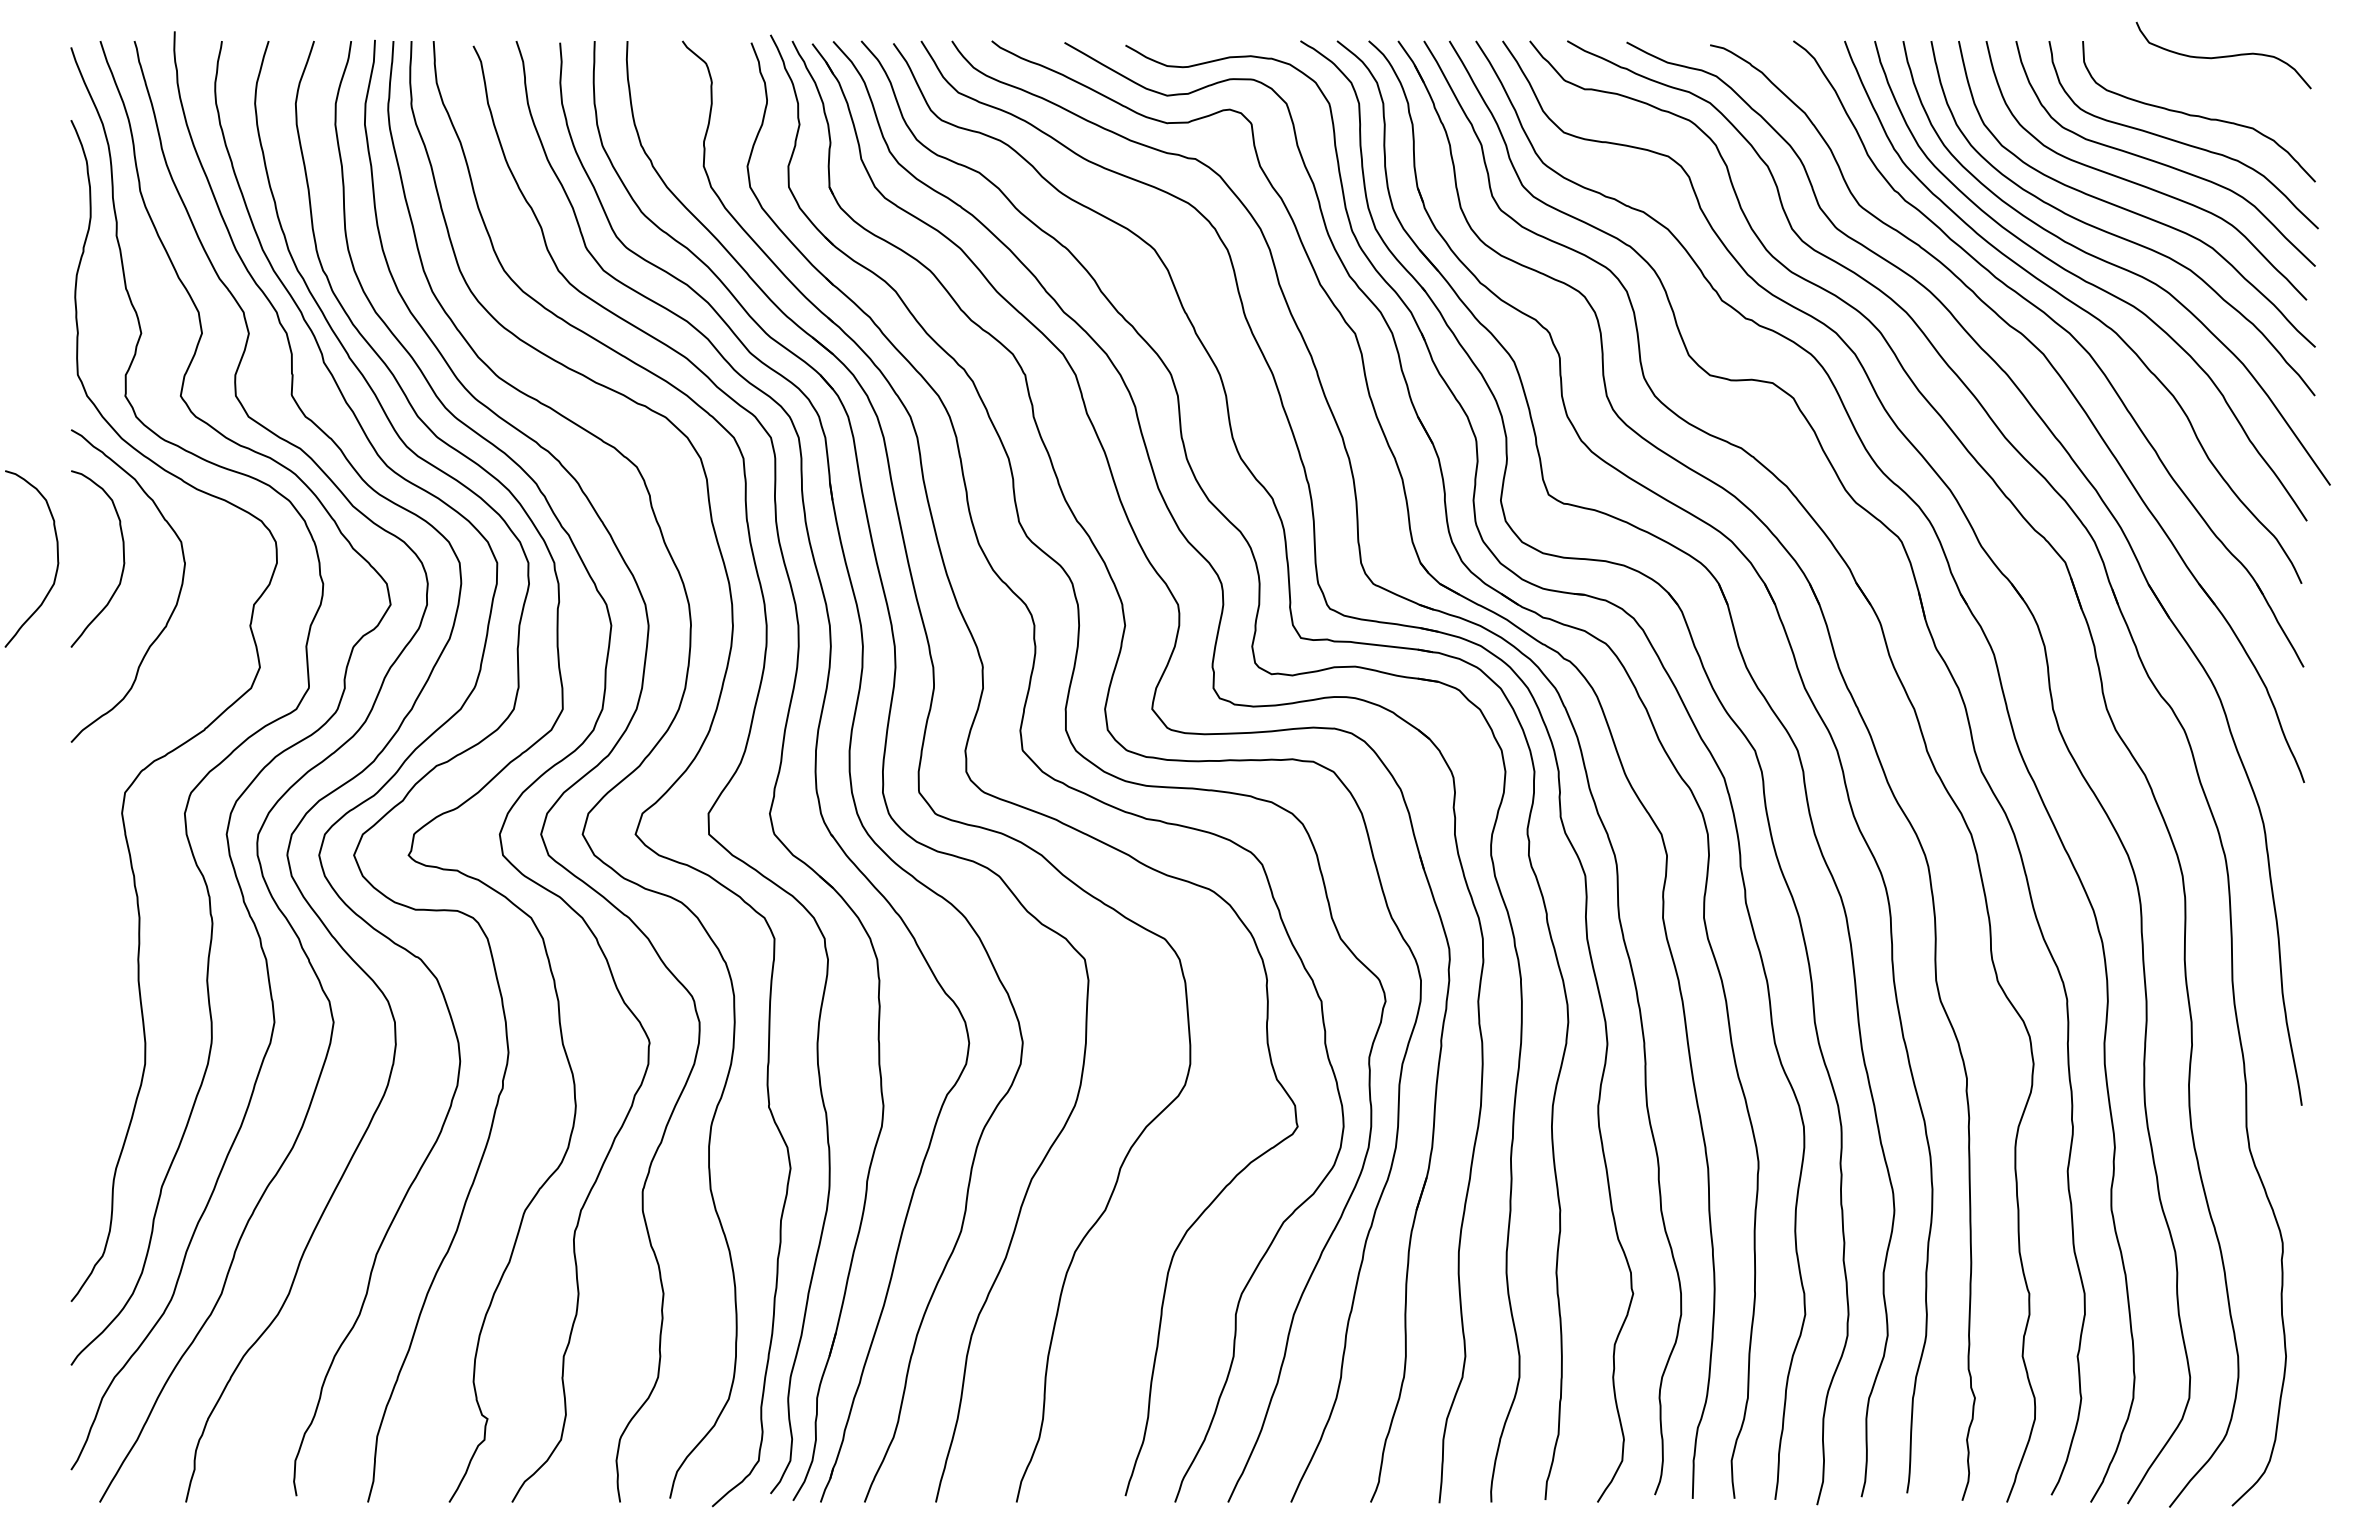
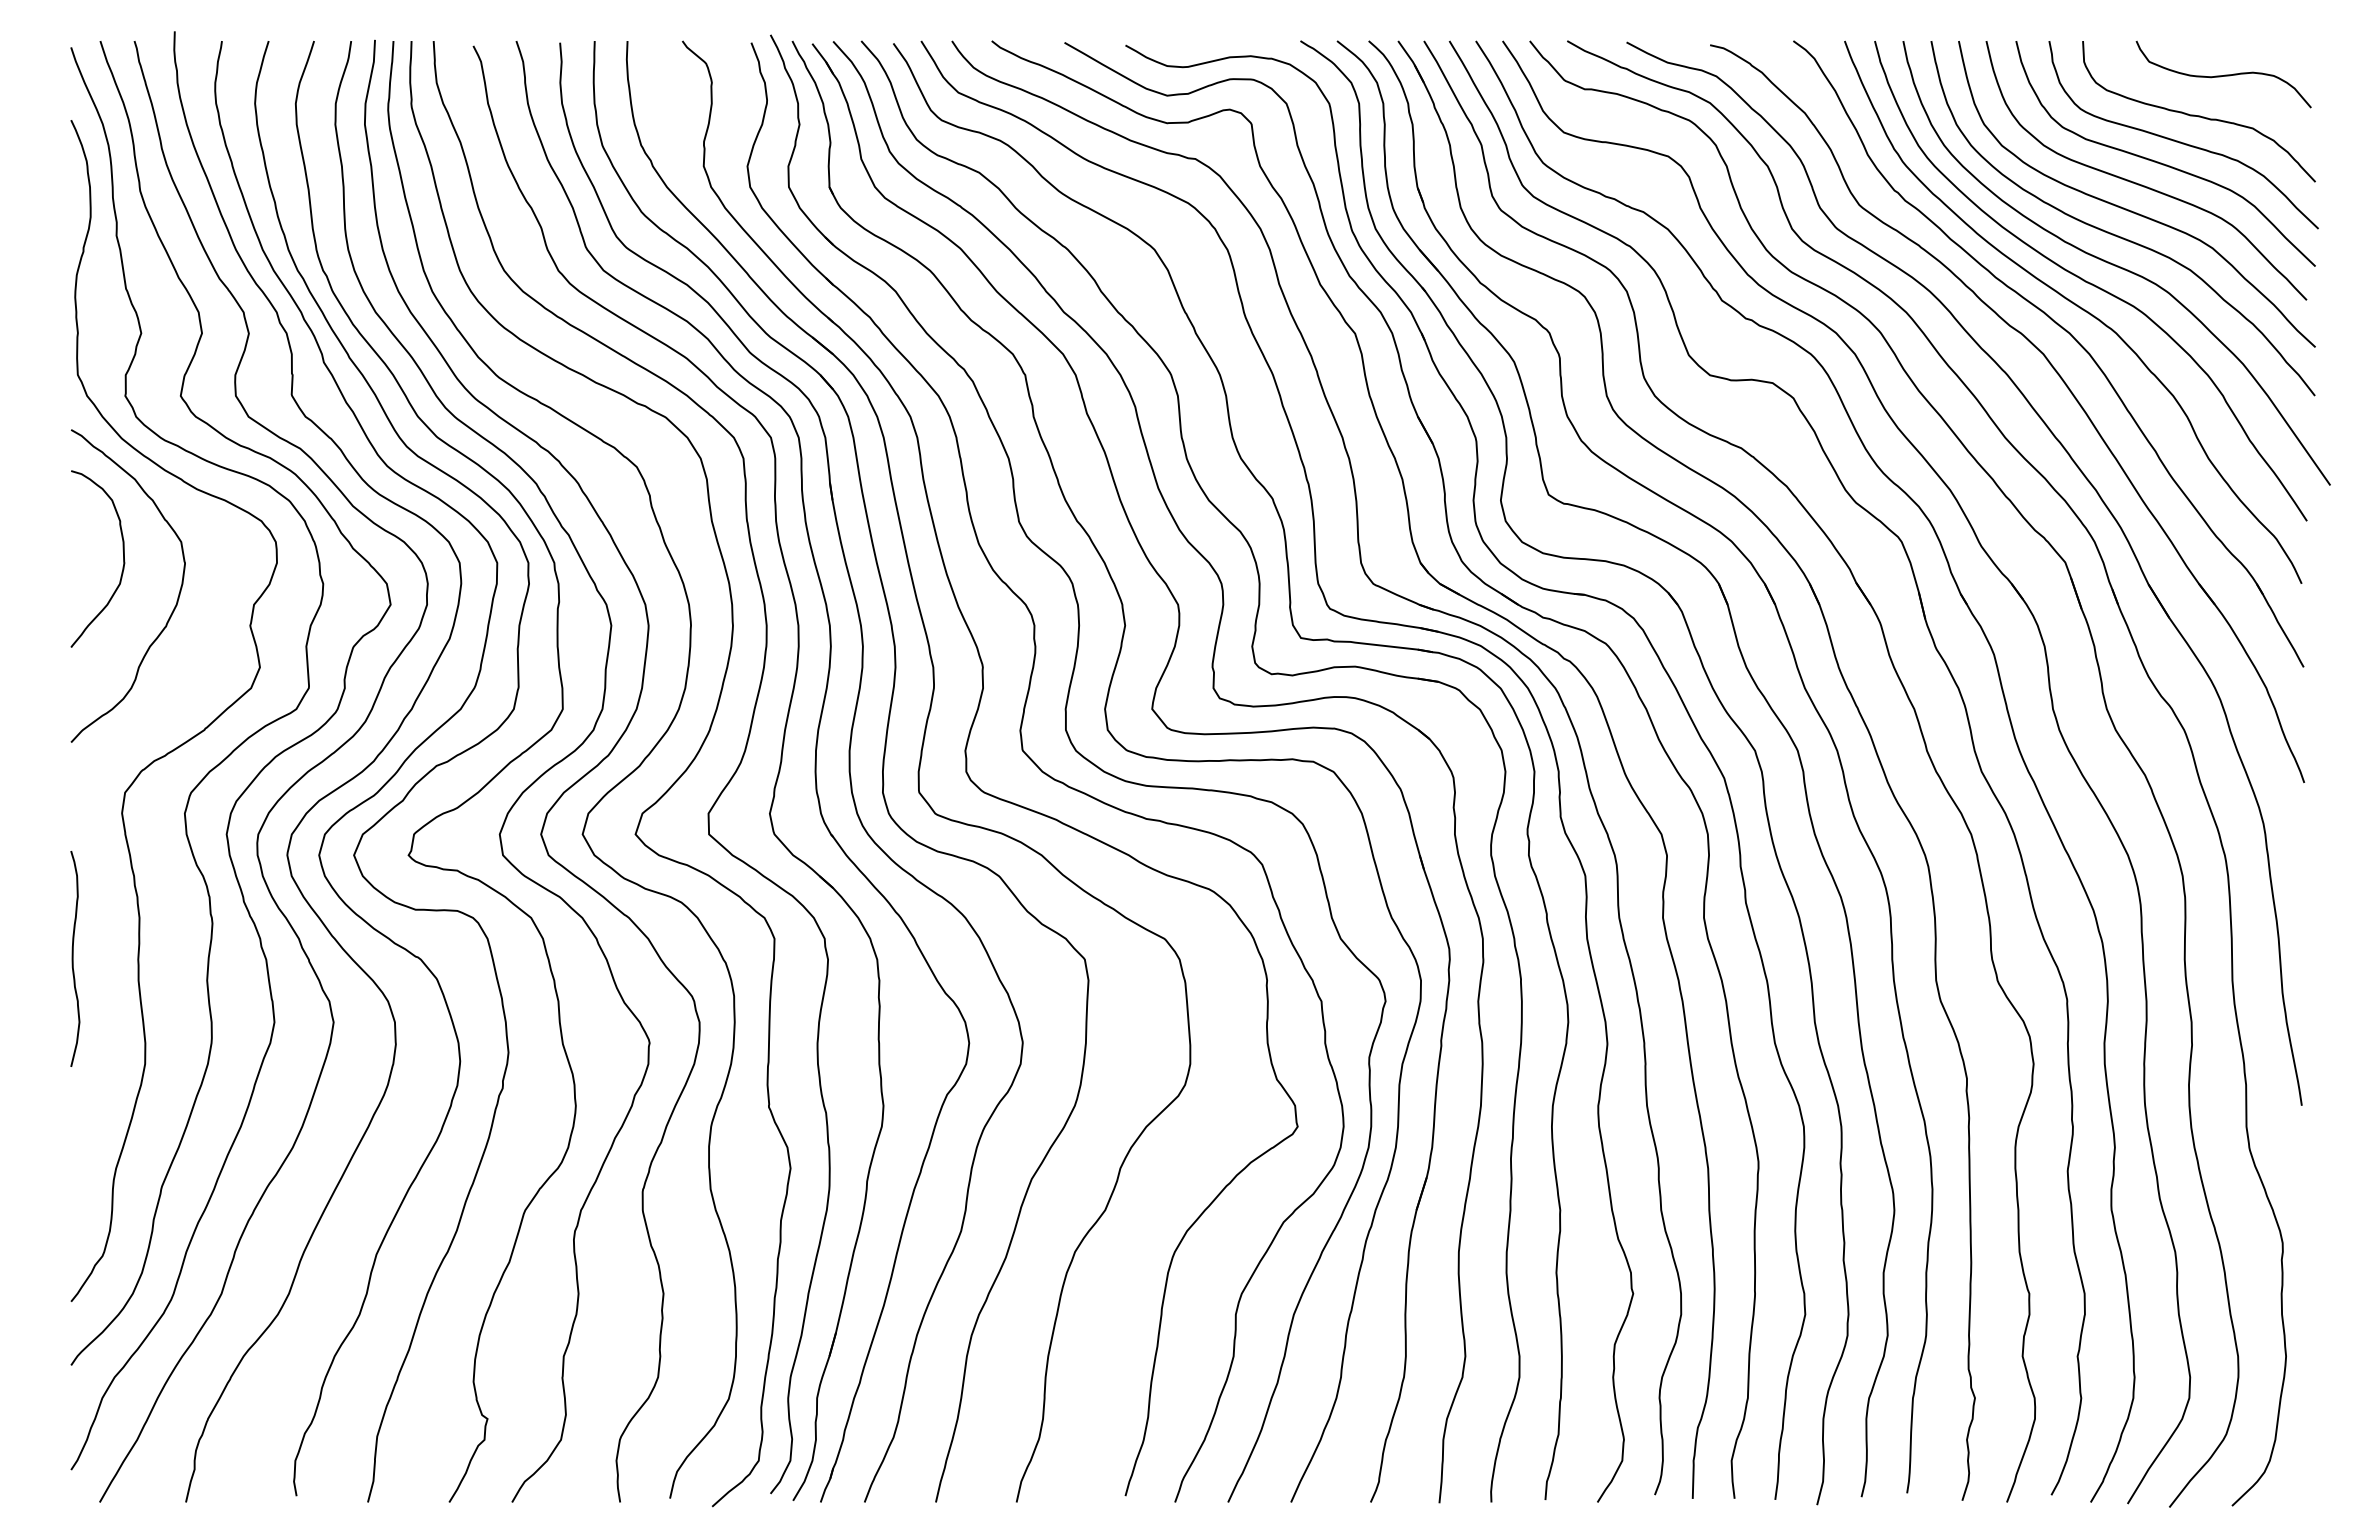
curve at (2224, 55) position: (2224, 55) -> (2224, 74)
curve at (57, 558): present -> none
curve at (73, 958): none -> present
